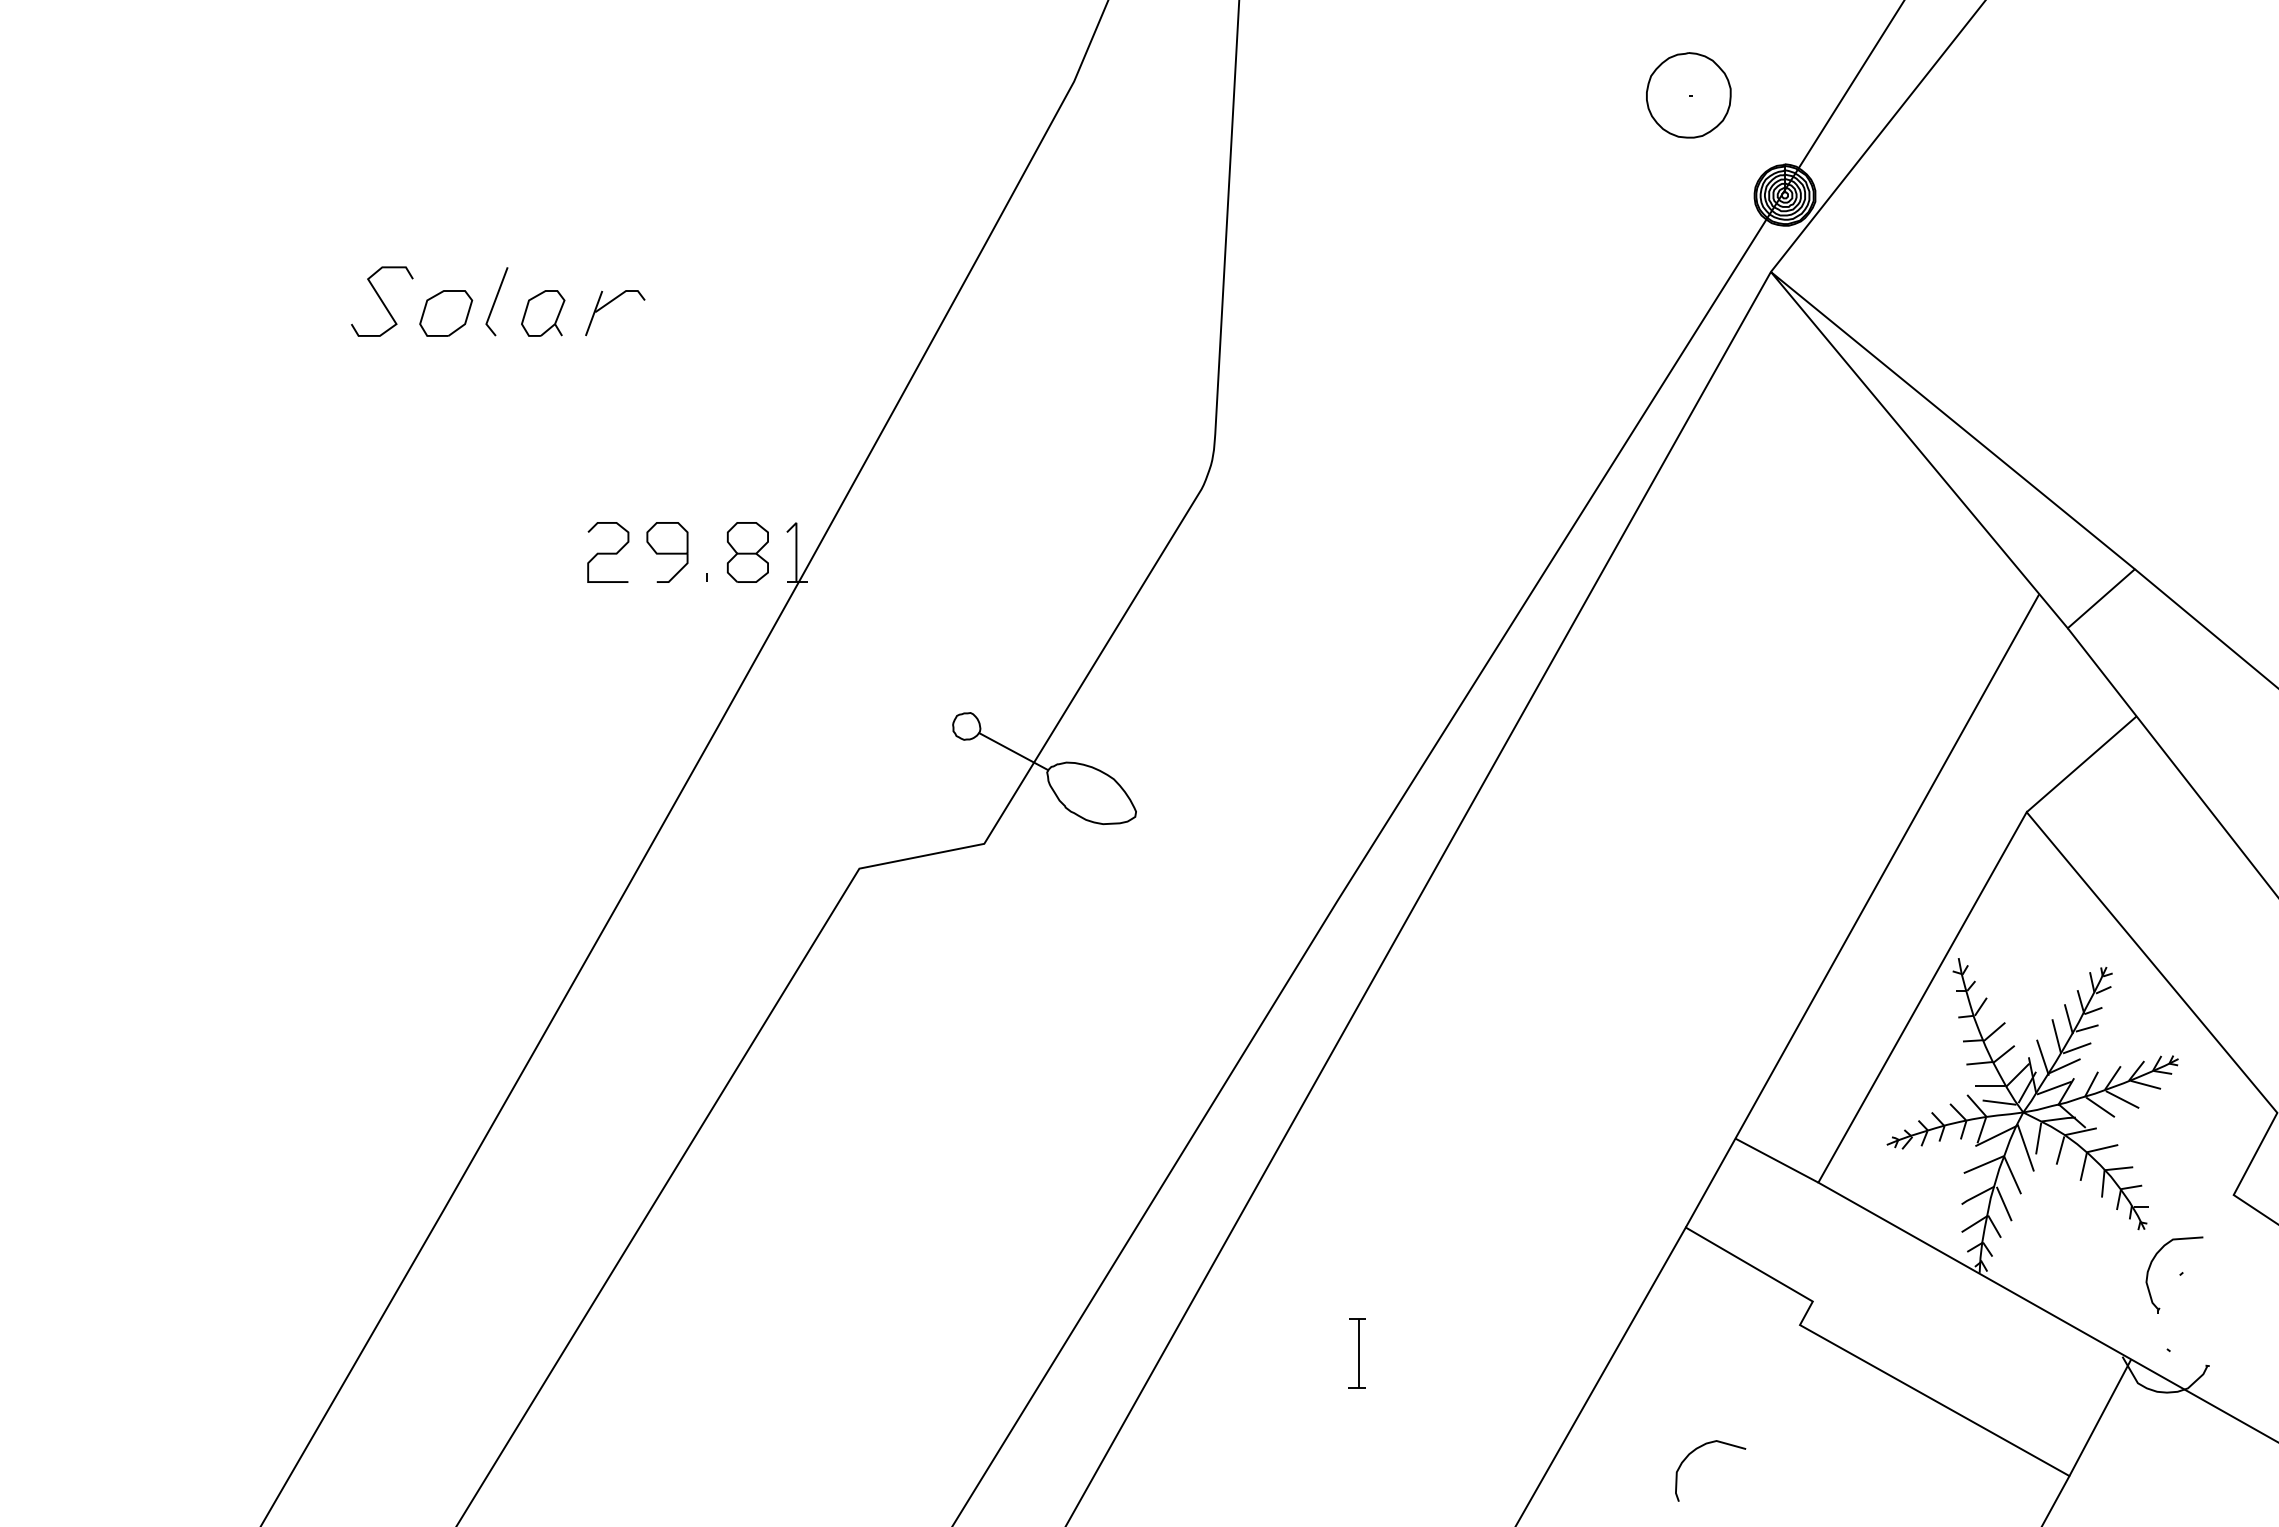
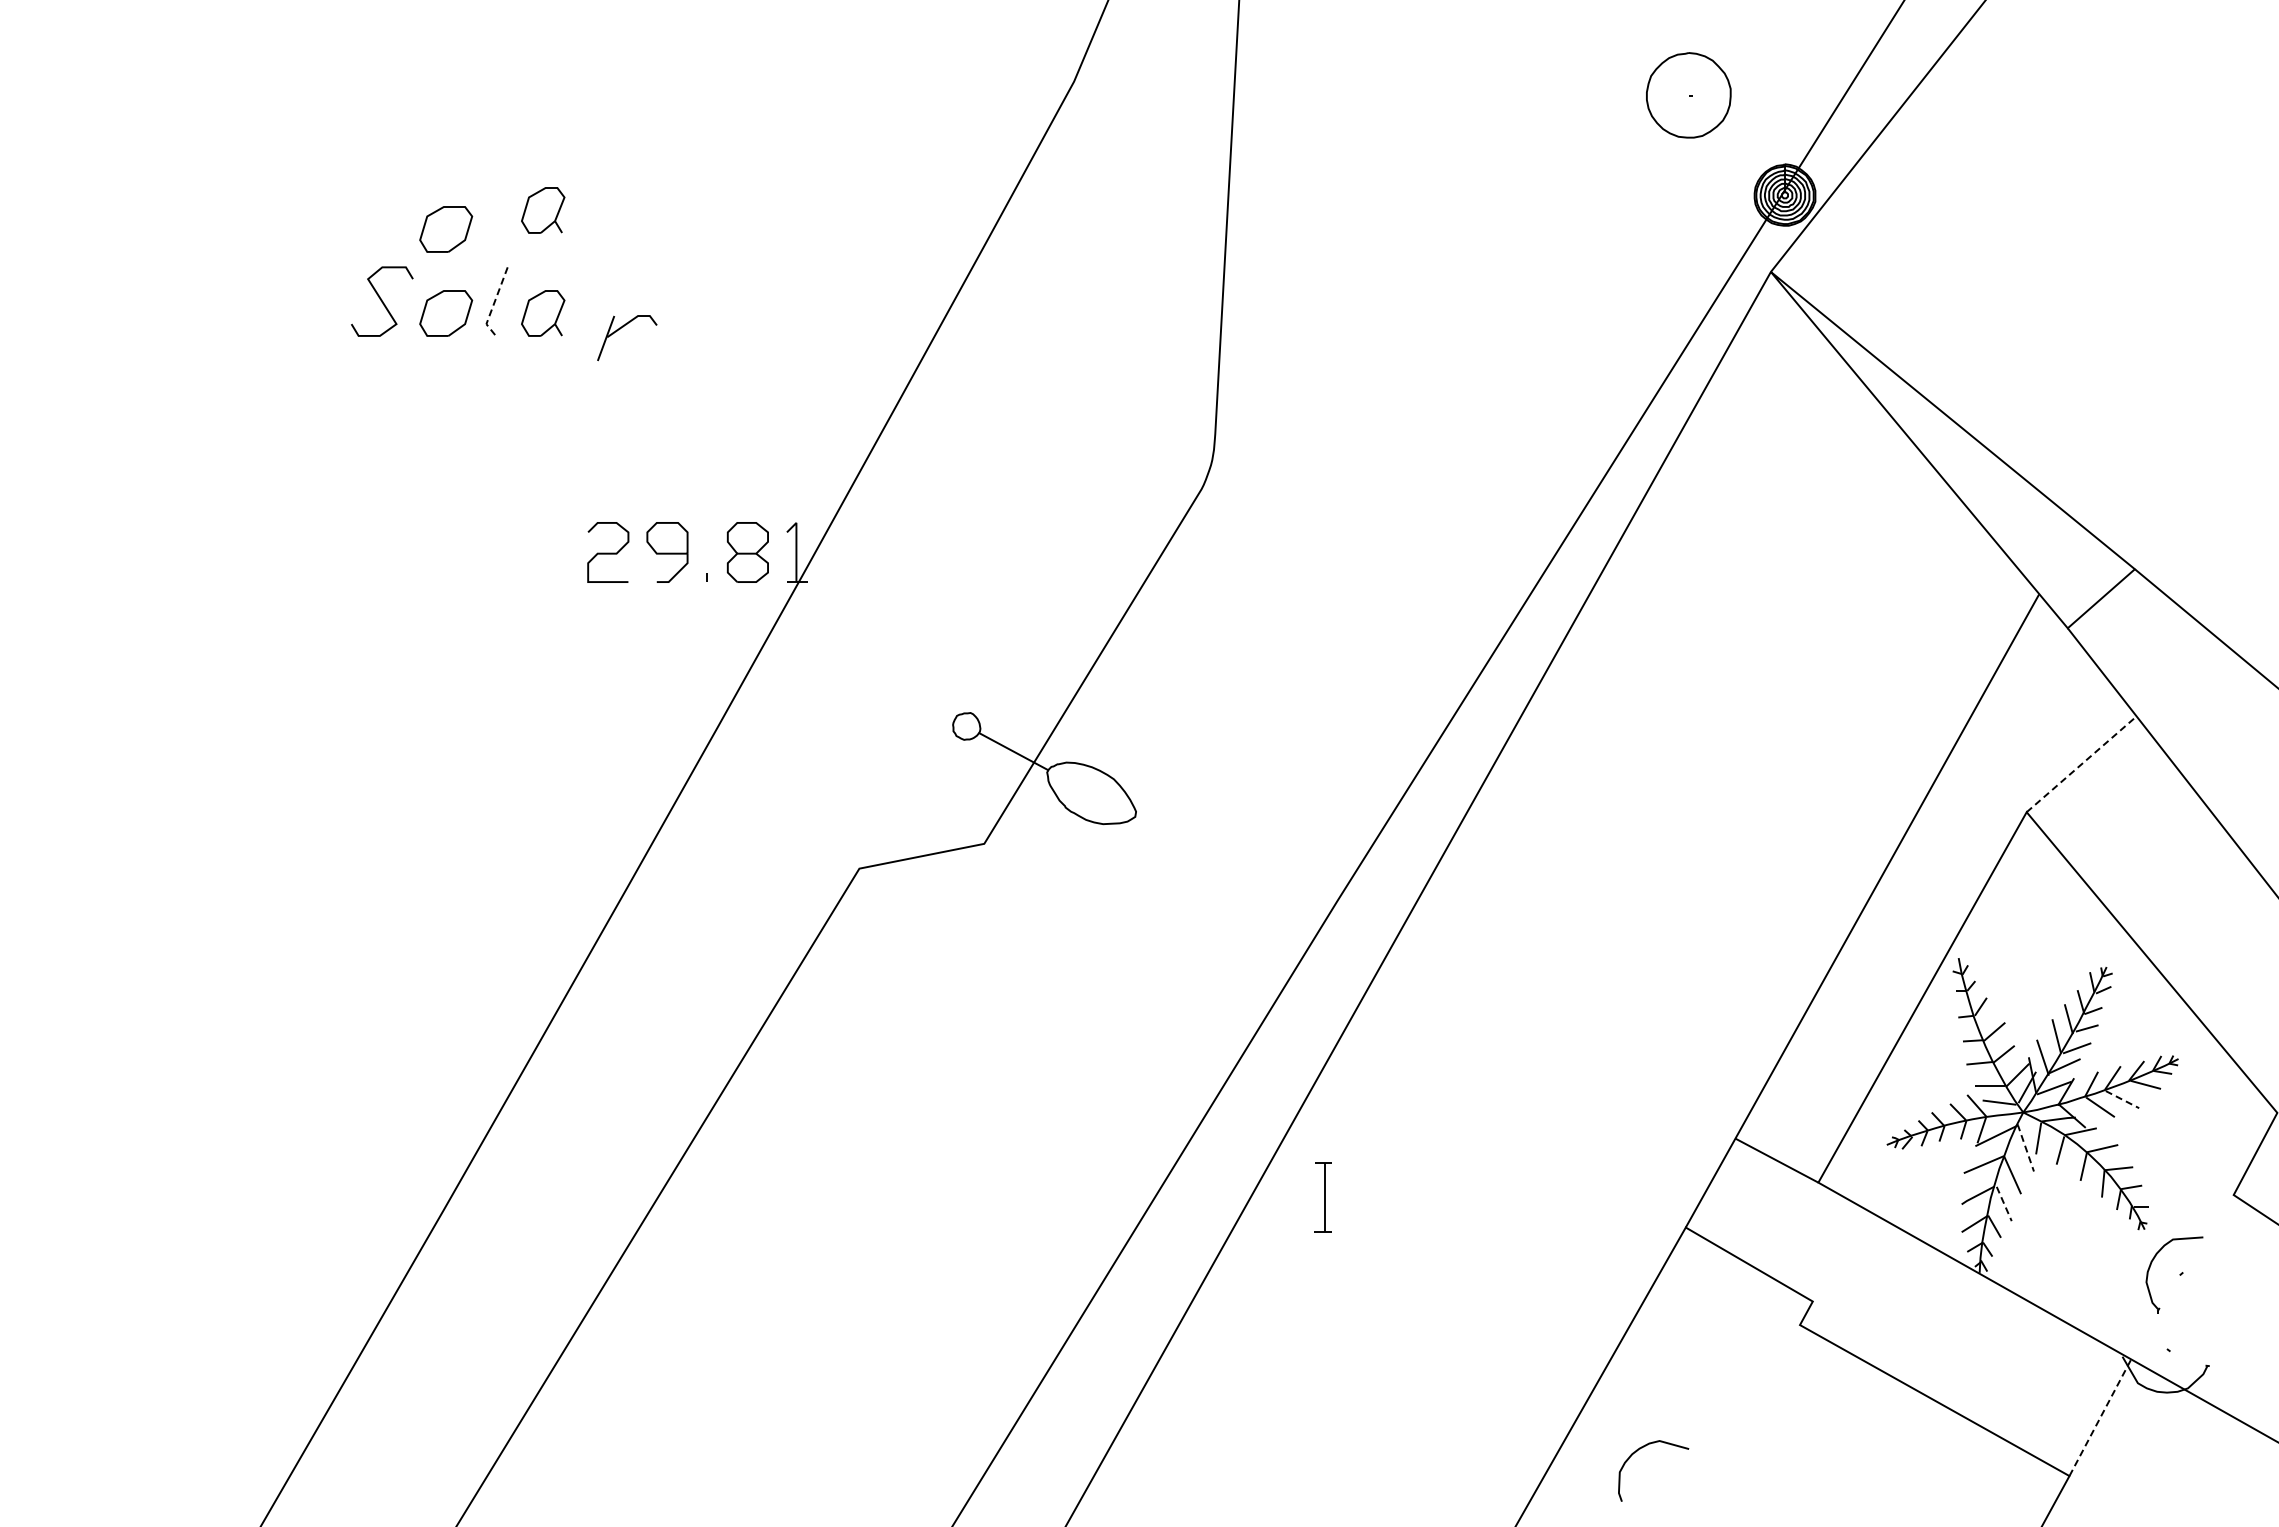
part at (543, 210): none -> present
part at (446, 229): none -> present
line at (494, 303): solid -> dashed
part at (608, 304) position: (608, 304) -> (620, 329)
line at (2081, 764): solid -> dashed
line at (2122, 1099): solid -> dashed
line at (2025, 1147): solid -> dashed
line at (2004, 1204): solid -> dashed
part at (1356, 1353) position: (1356, 1353) -> (1322, 1197)
line at (2100, 1417): solid -> dashed
curve at (1699, 1448) position: (1699, 1448) -> (1642, 1448)
